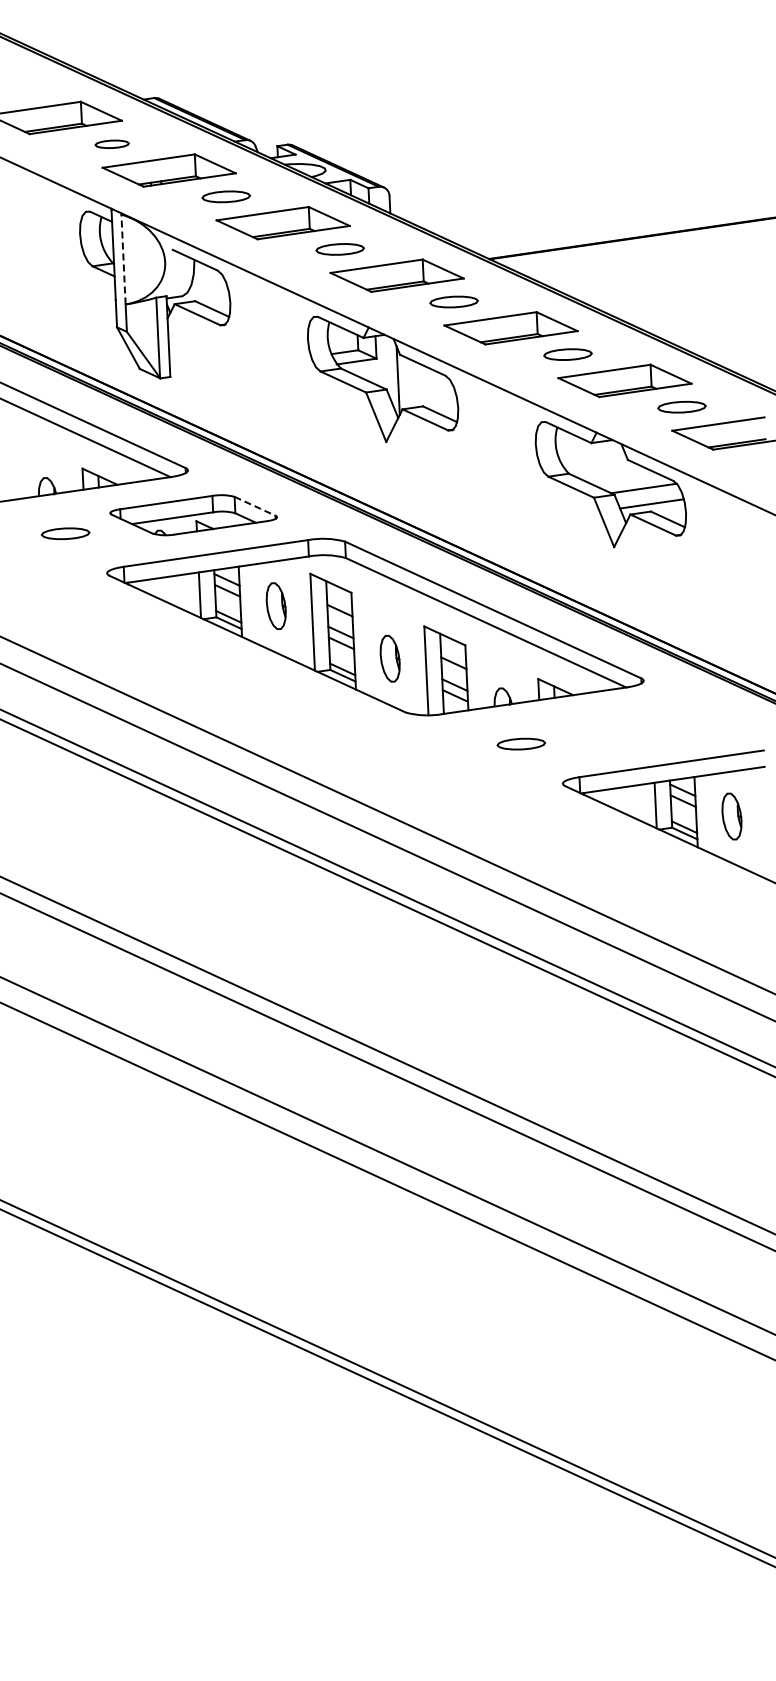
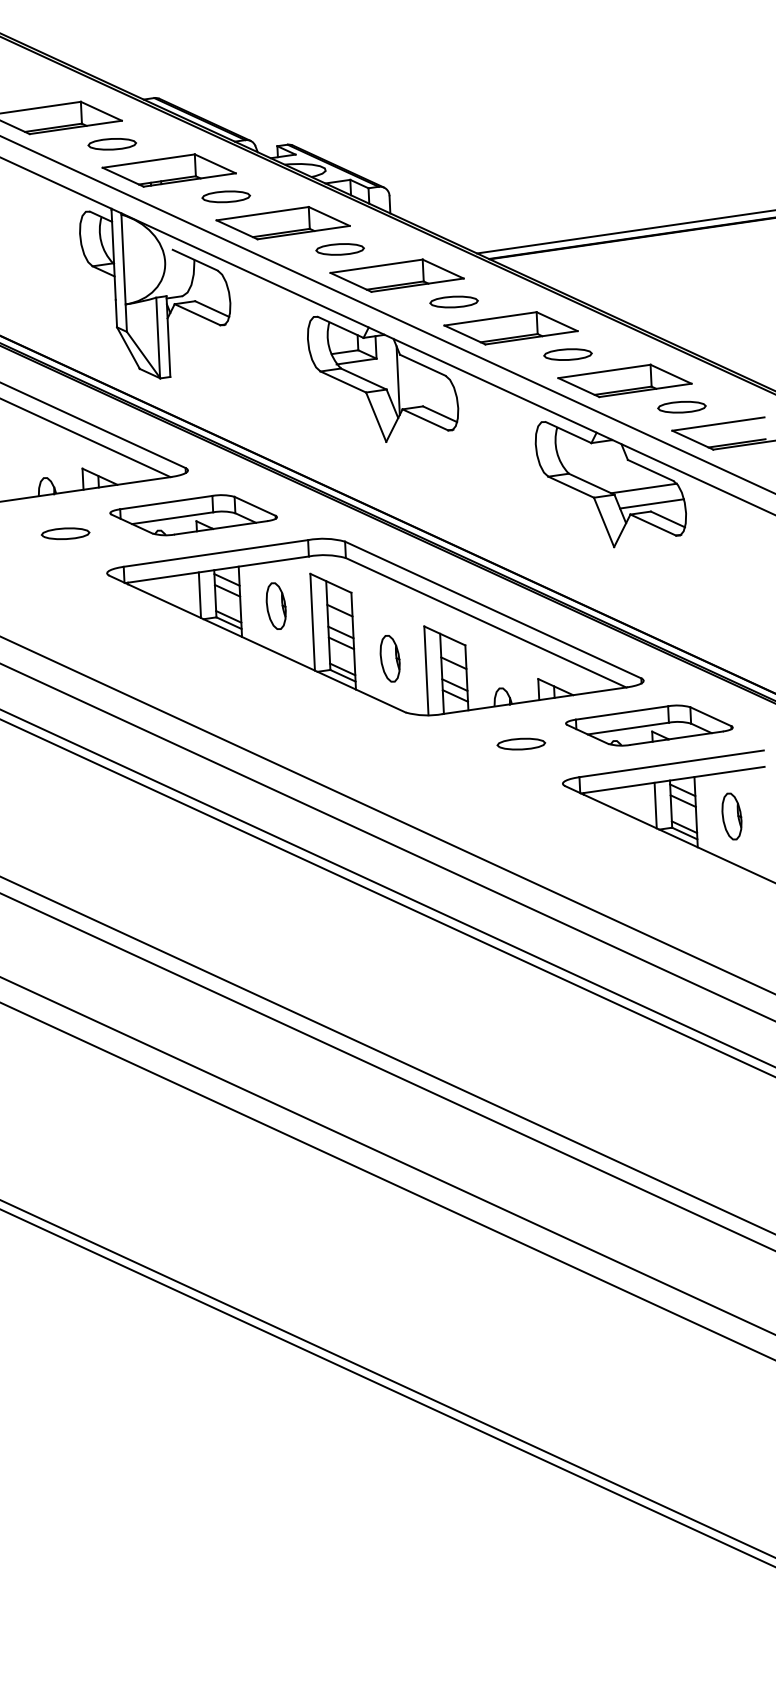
part at (111, 143) size: 36x10 px -> 50x13 px
line at (624, 231): none -> present
line at (123, 259): dashed -> solid
line at (387, 314): none -> present
line at (255, 506): dashed -> solid
part at (649, 725): none -> present
